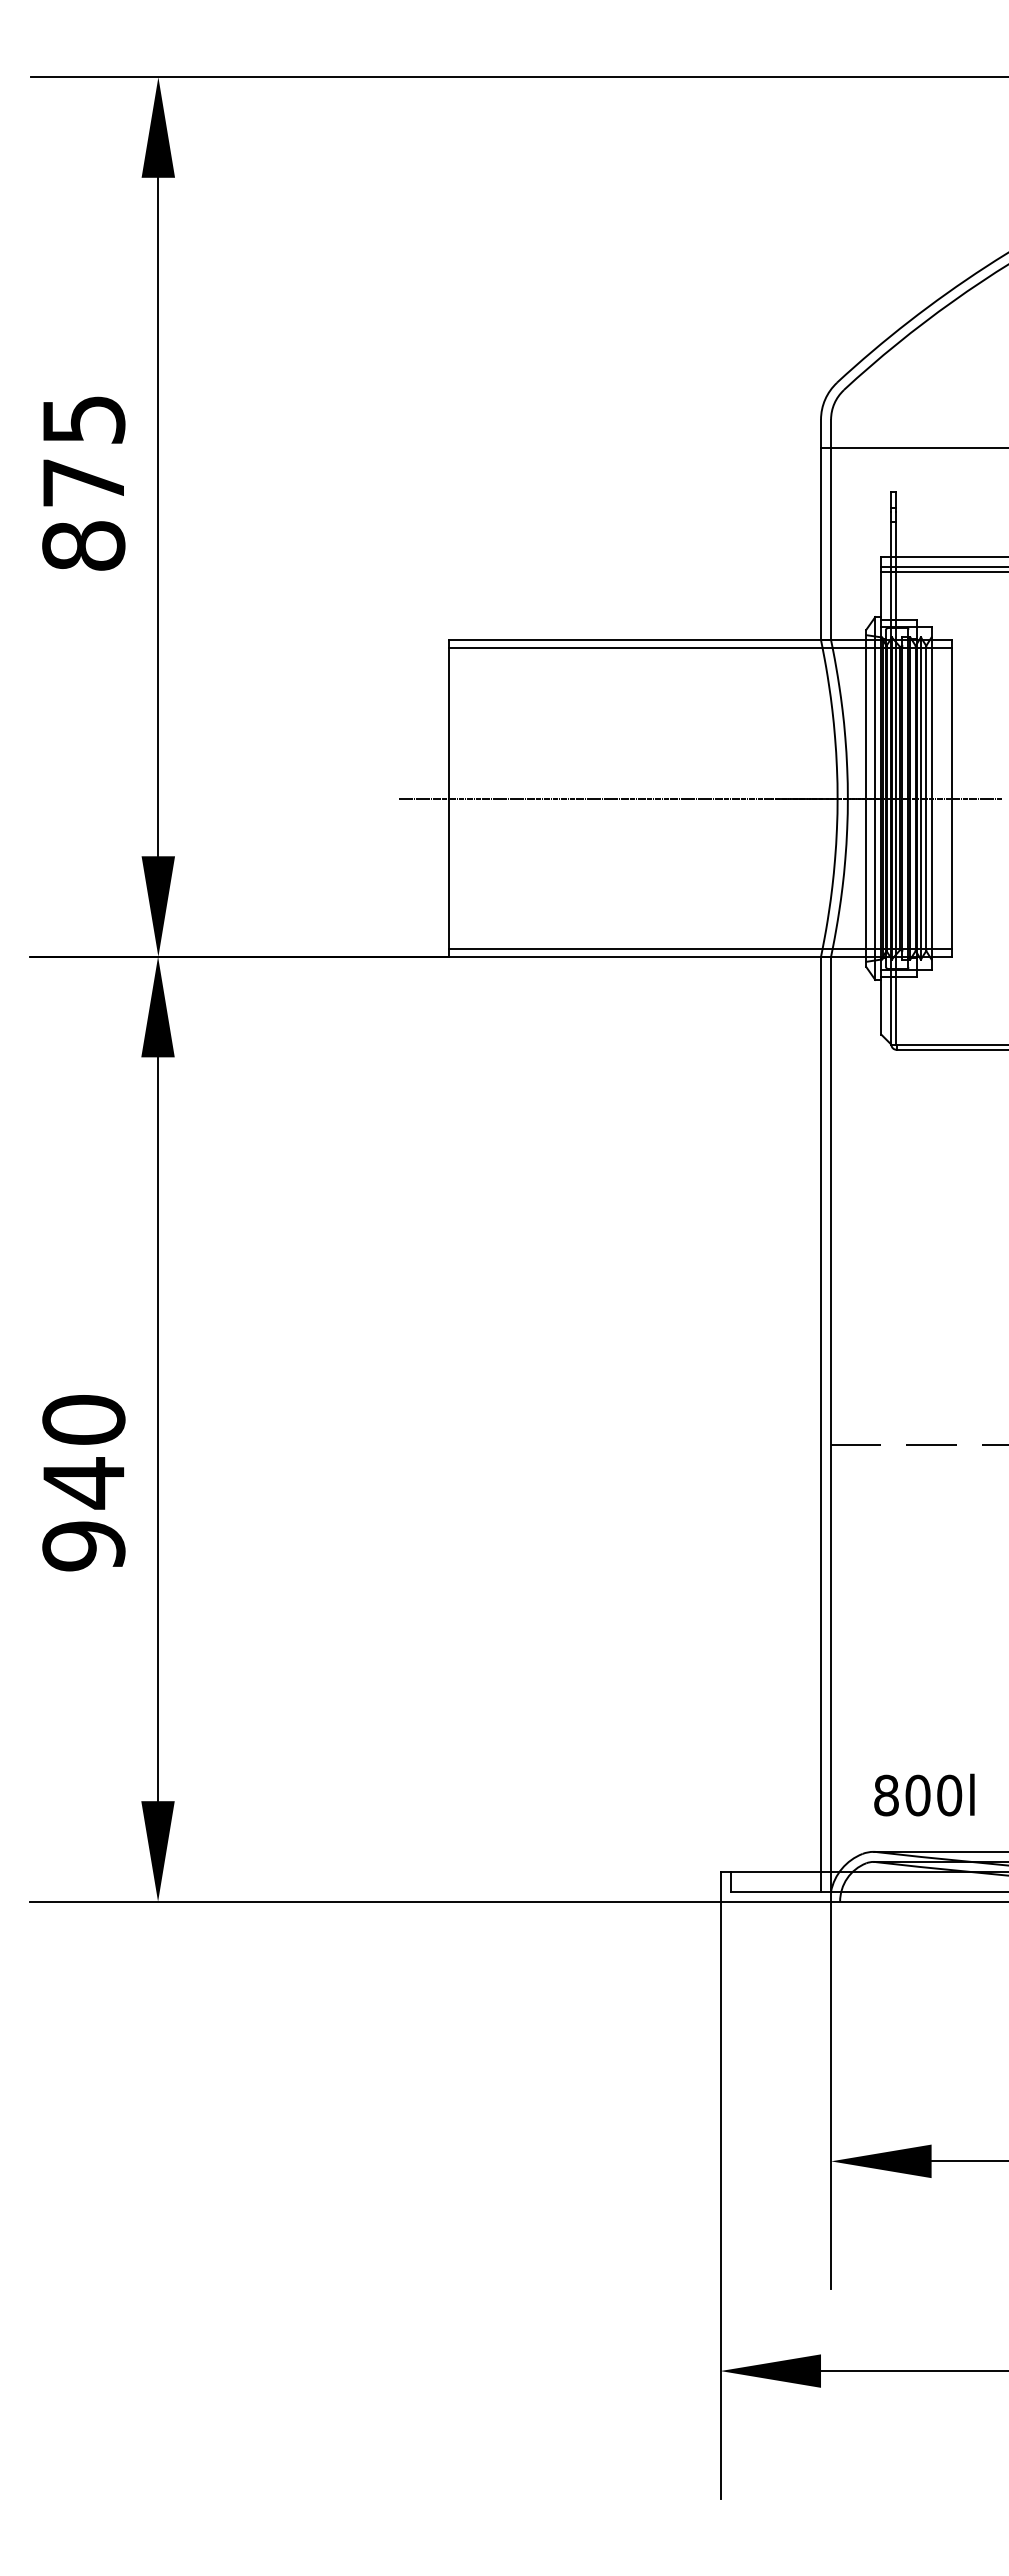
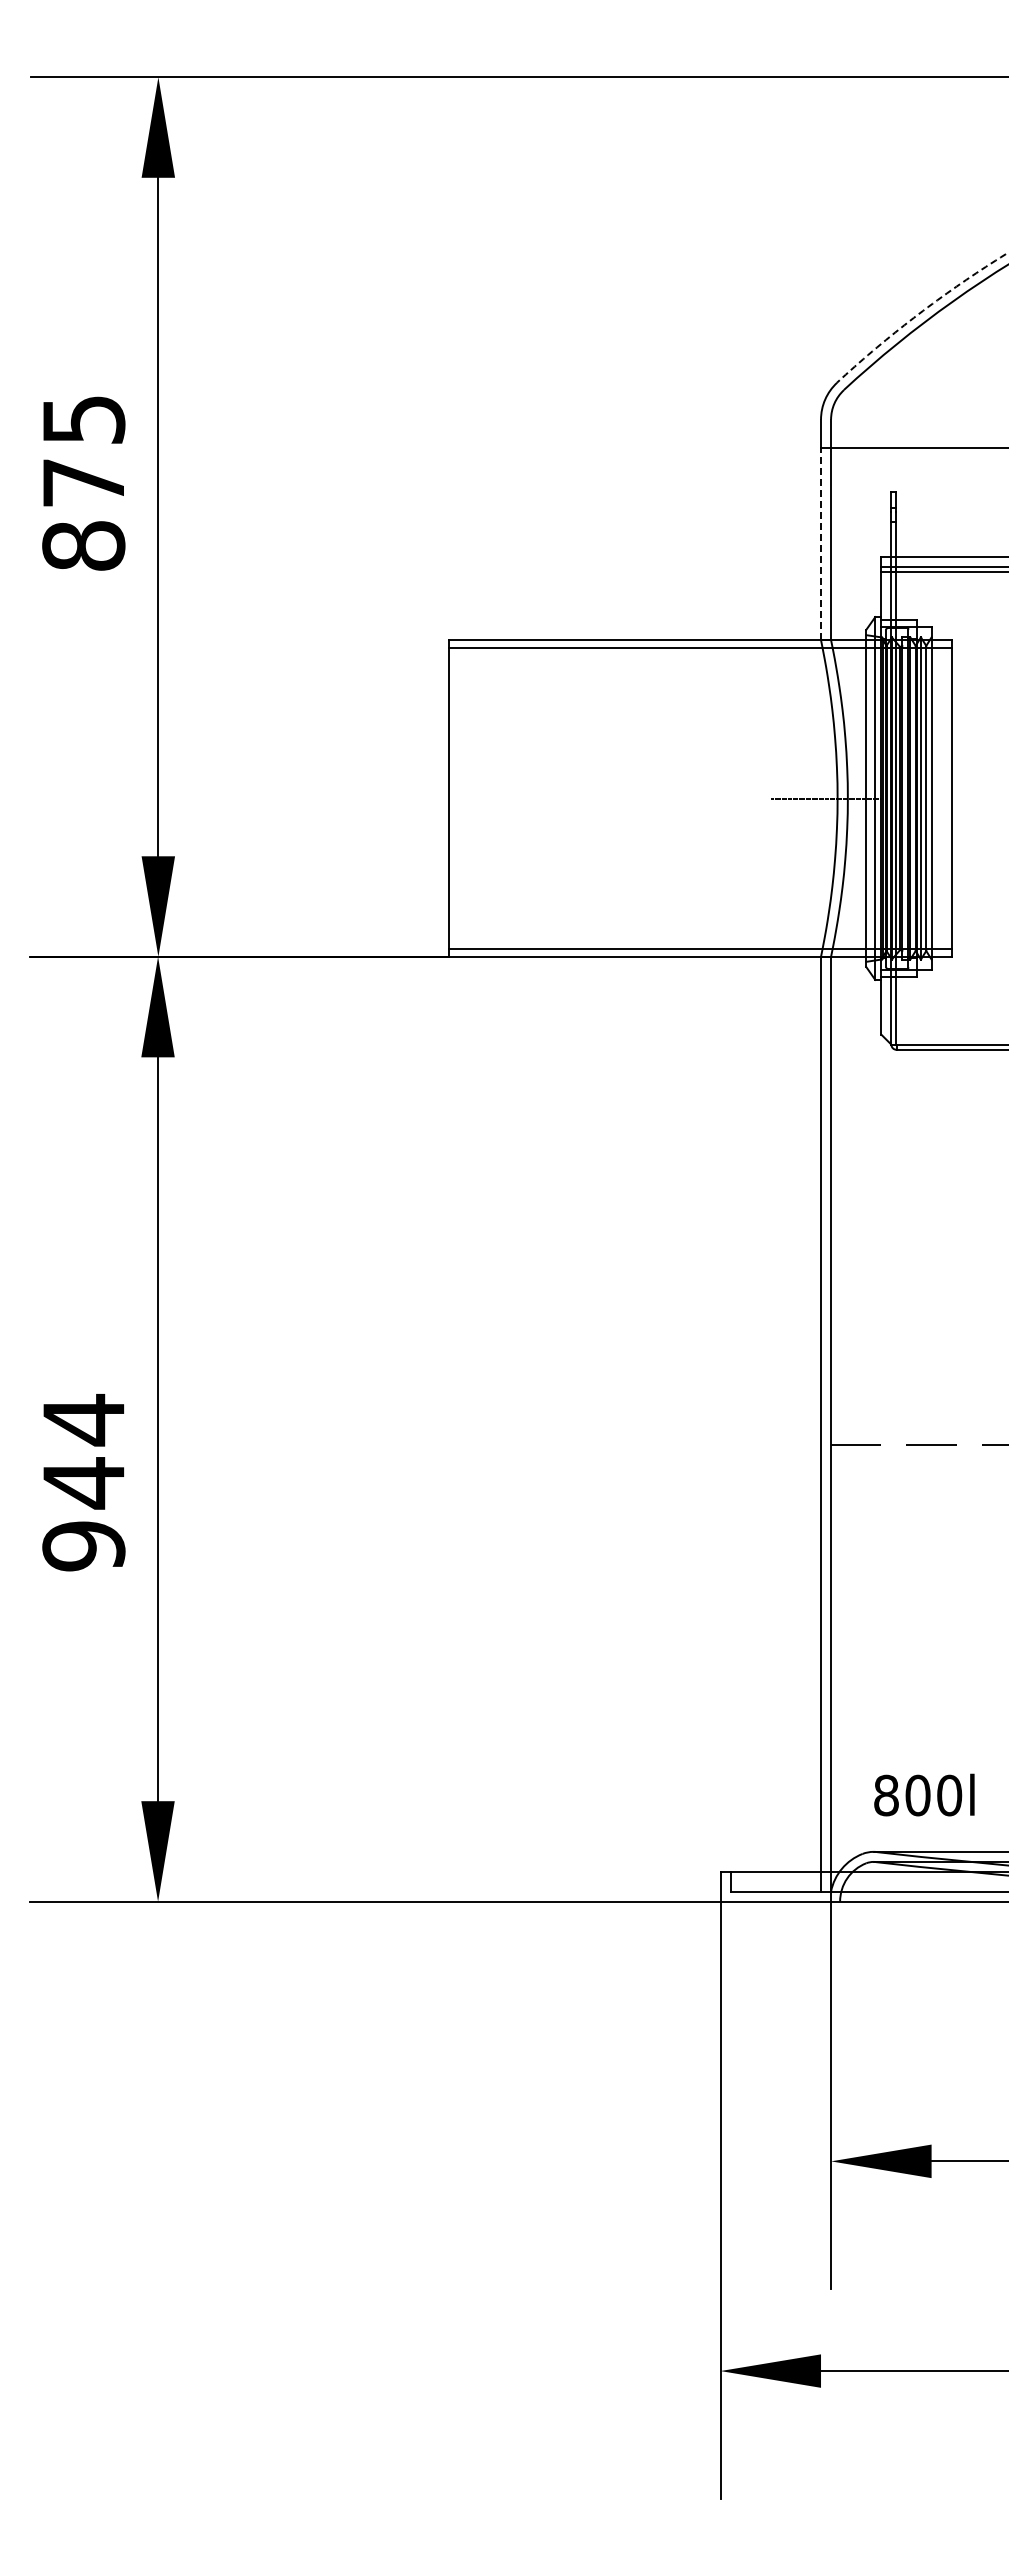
arc at (920, 313): solid -> dashed
line at (821, 544): solid -> dashed
line at (699, 798): present -> none
text at (83, 1420): 940 -> 944
